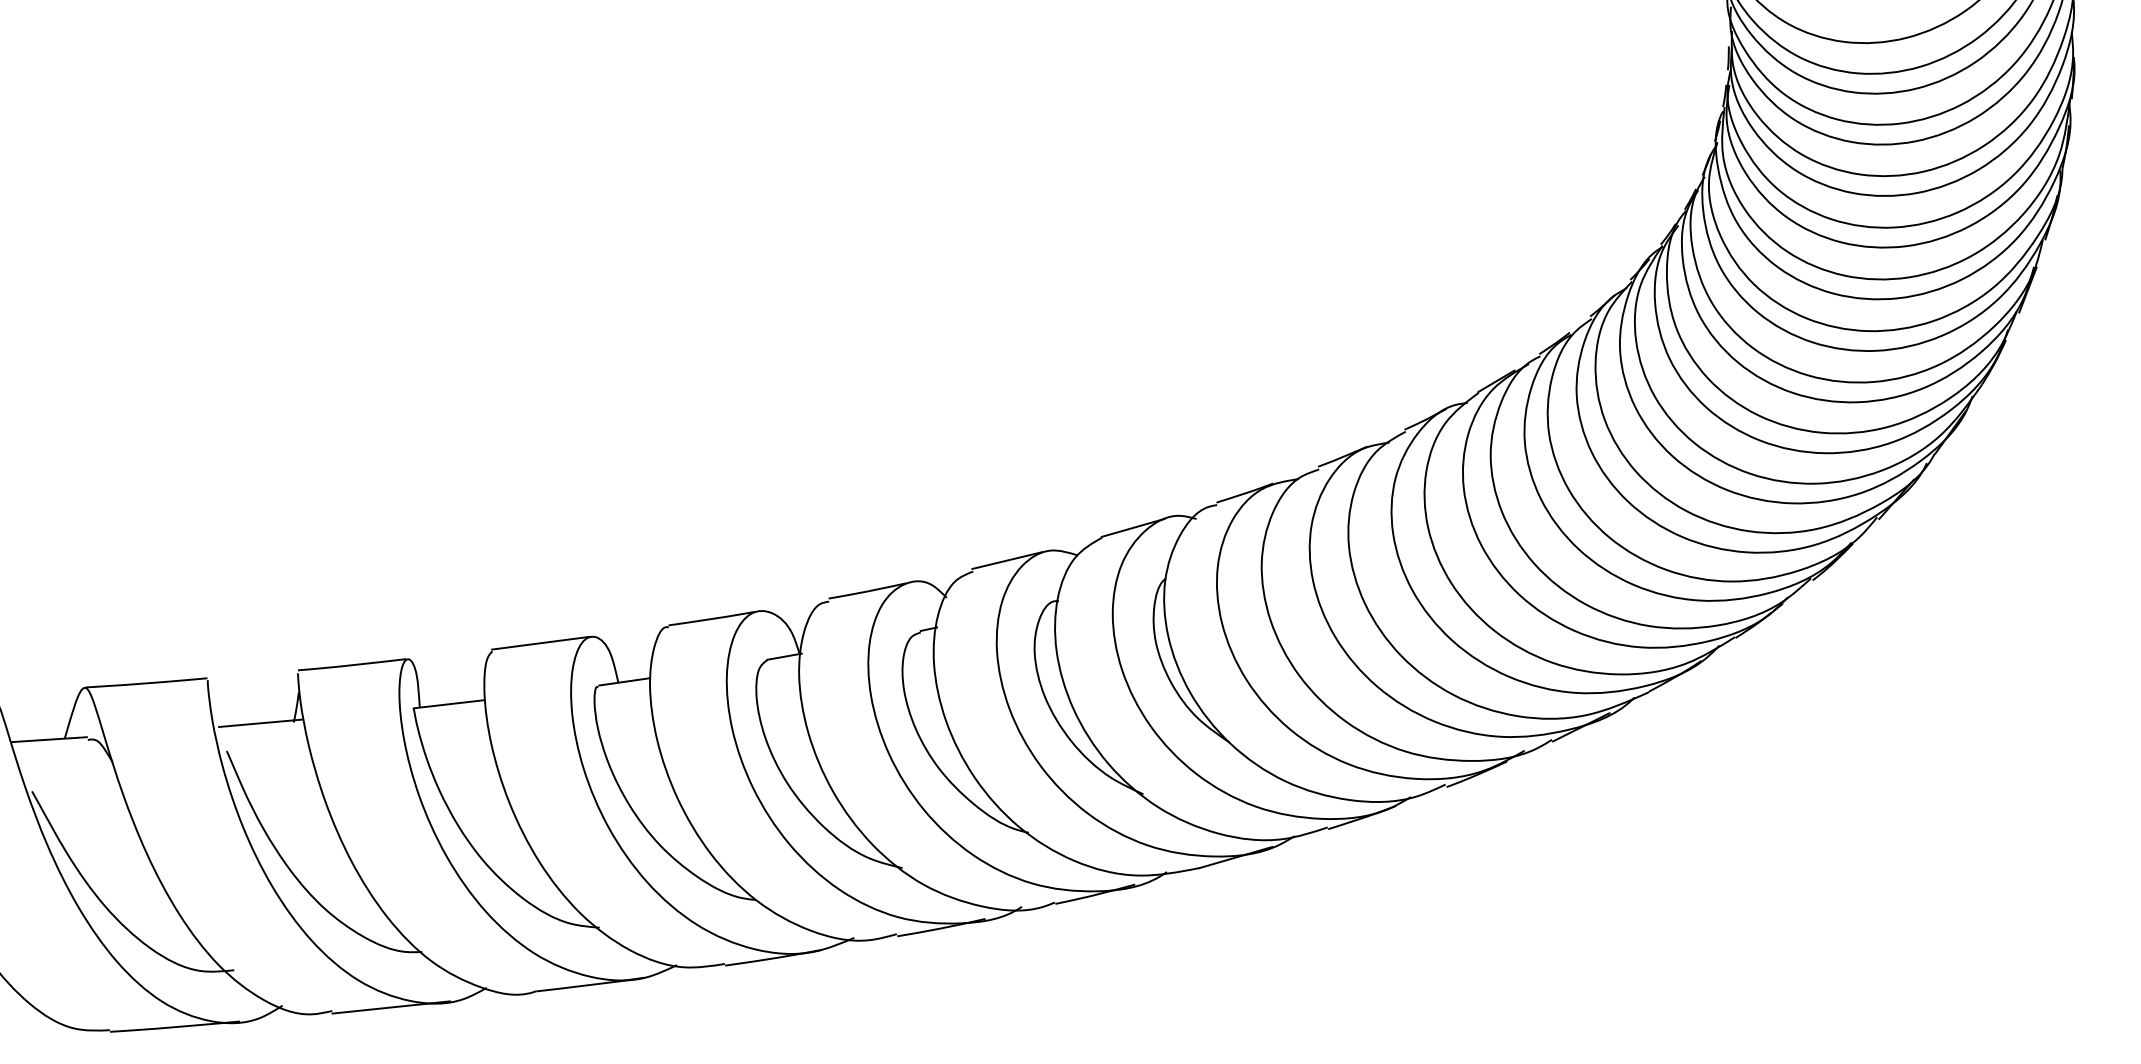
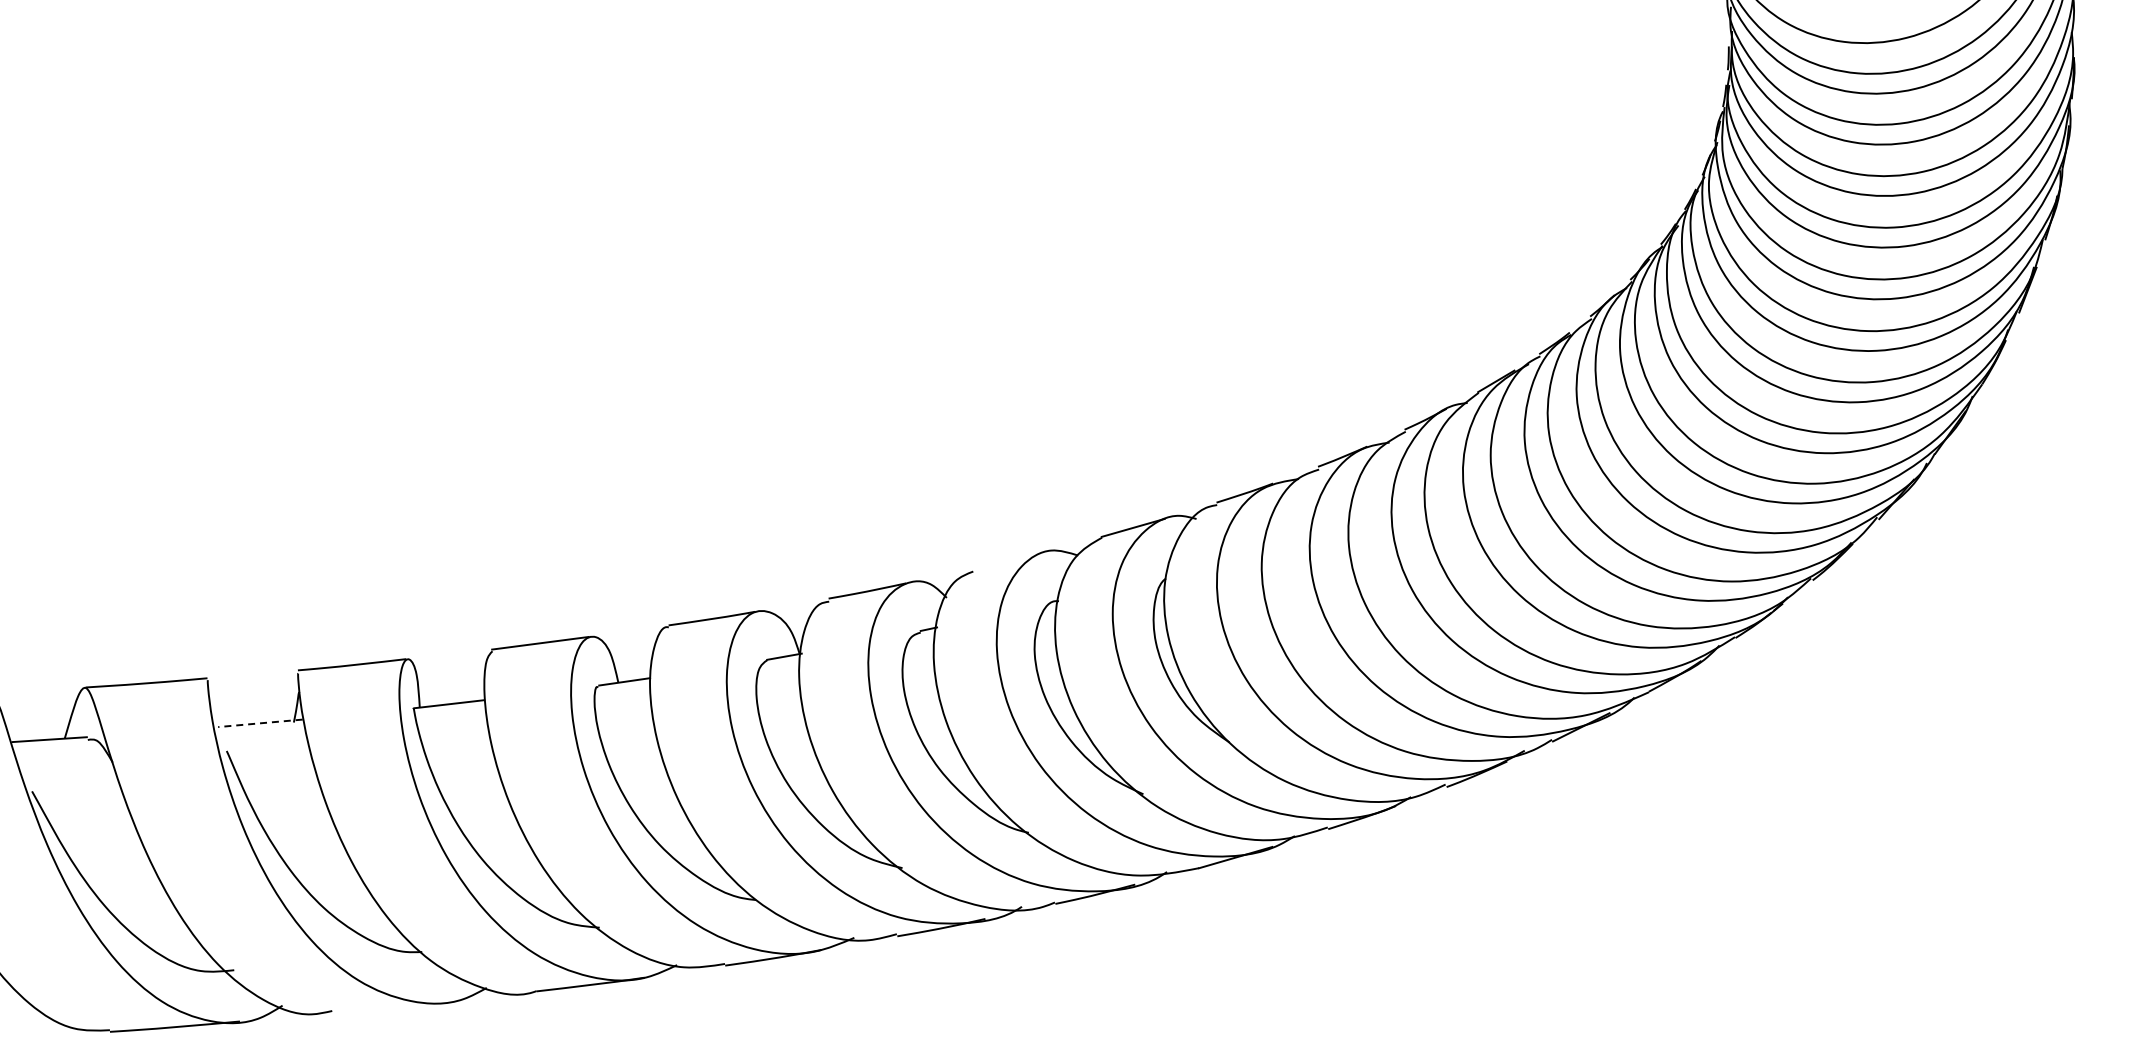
line at (1007, 560): present -> none
line at (259, 723): solid -> dashed
line at (390, 1007): present -> none
